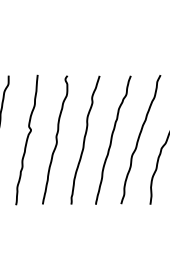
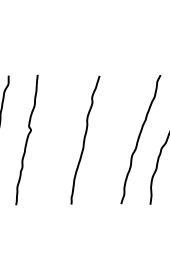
curve at (55, 139): present -> none
curve at (112, 139): present -> none
